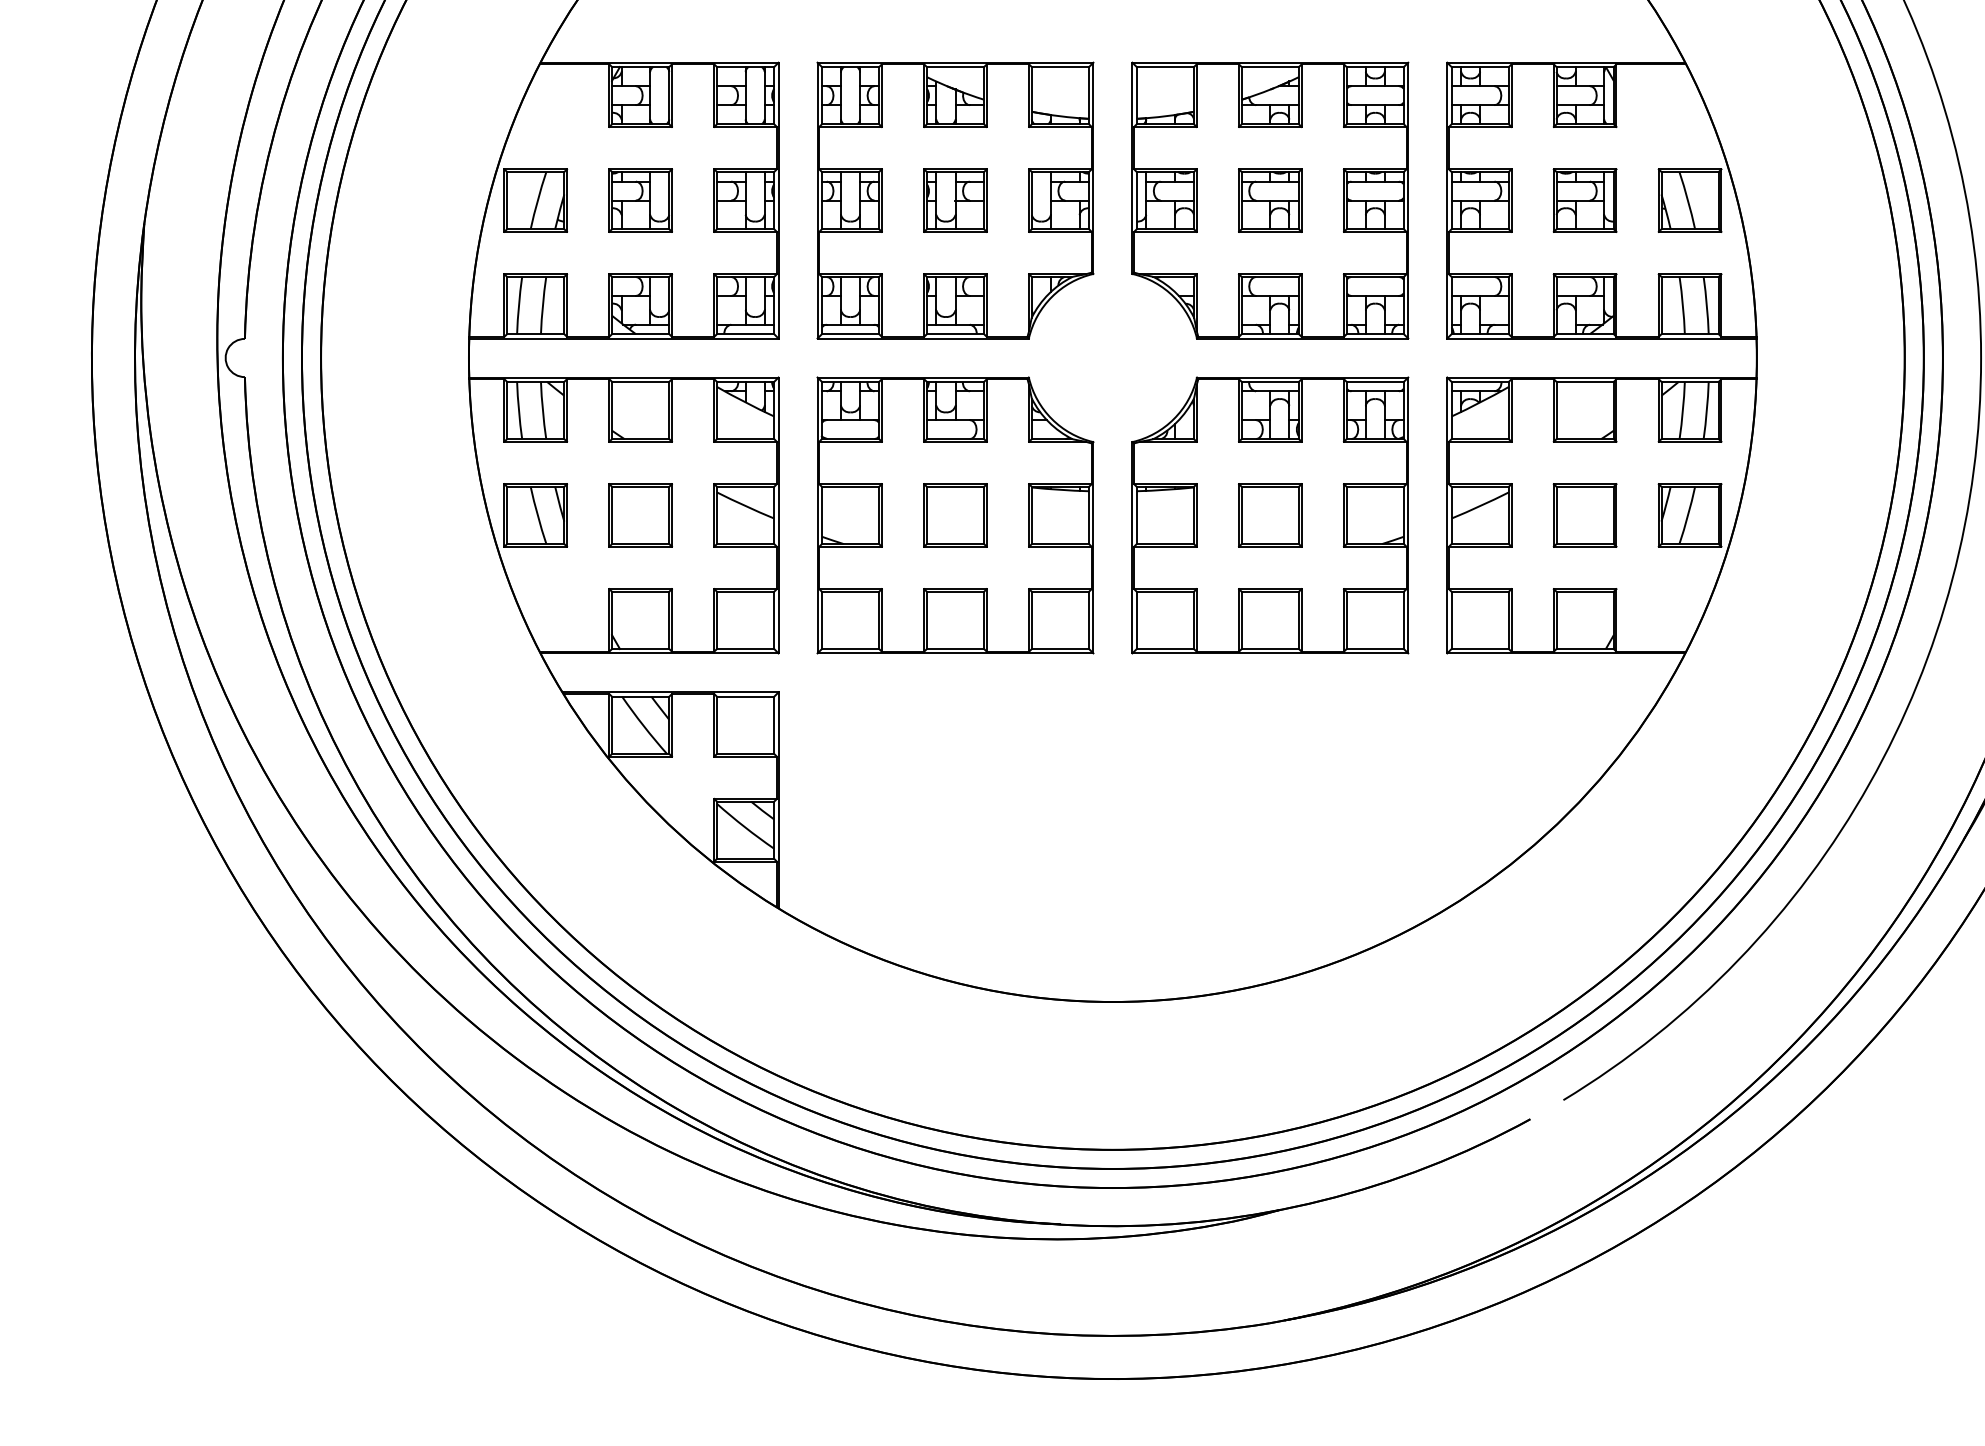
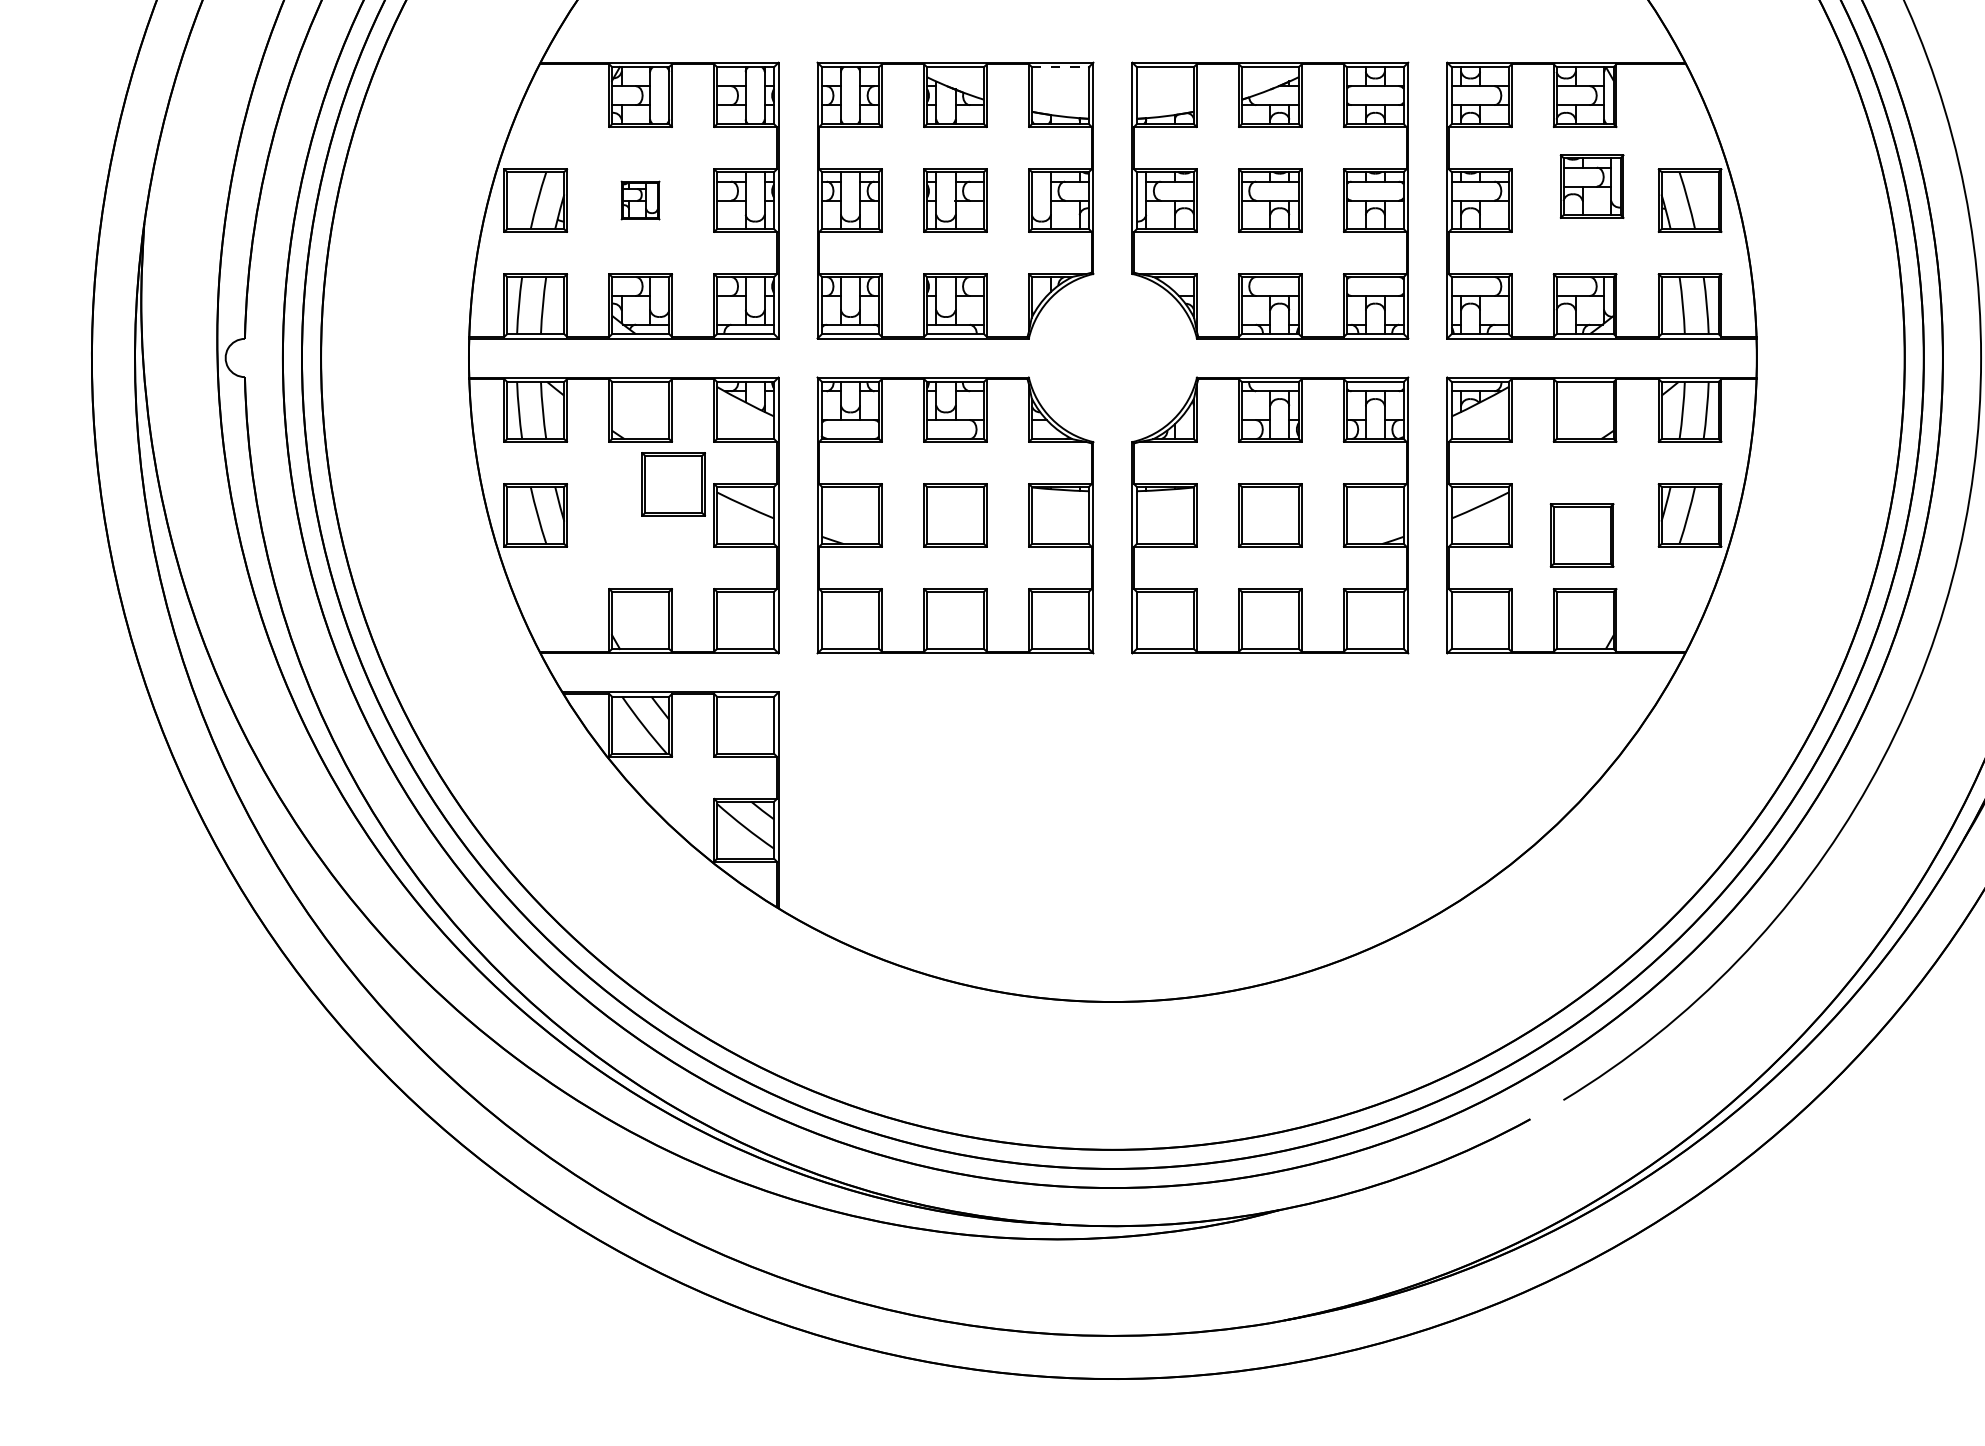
line at (1060, 67): solid -> dashed
part at (640, 200) size: 65x65 px -> 41x41 px
part at (1584, 200) position: (1584, 200) -> (1591, 186)
part at (640, 515) position: (640, 515) -> (673, 484)
part at (1584, 515) position: (1584, 515) -> (1581, 535)
